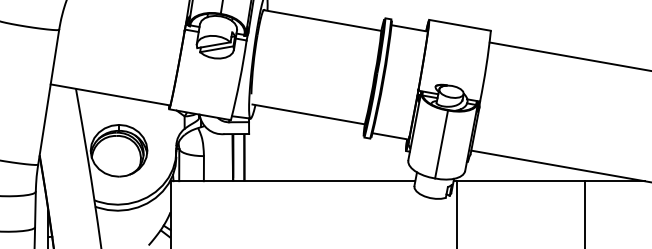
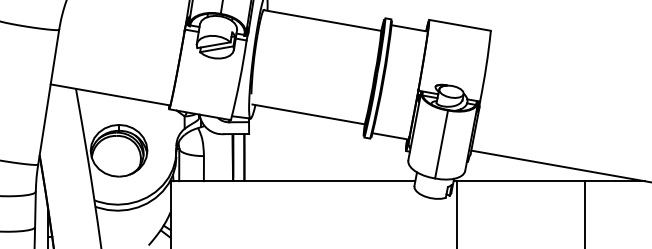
line at (568, 56): present -> none
